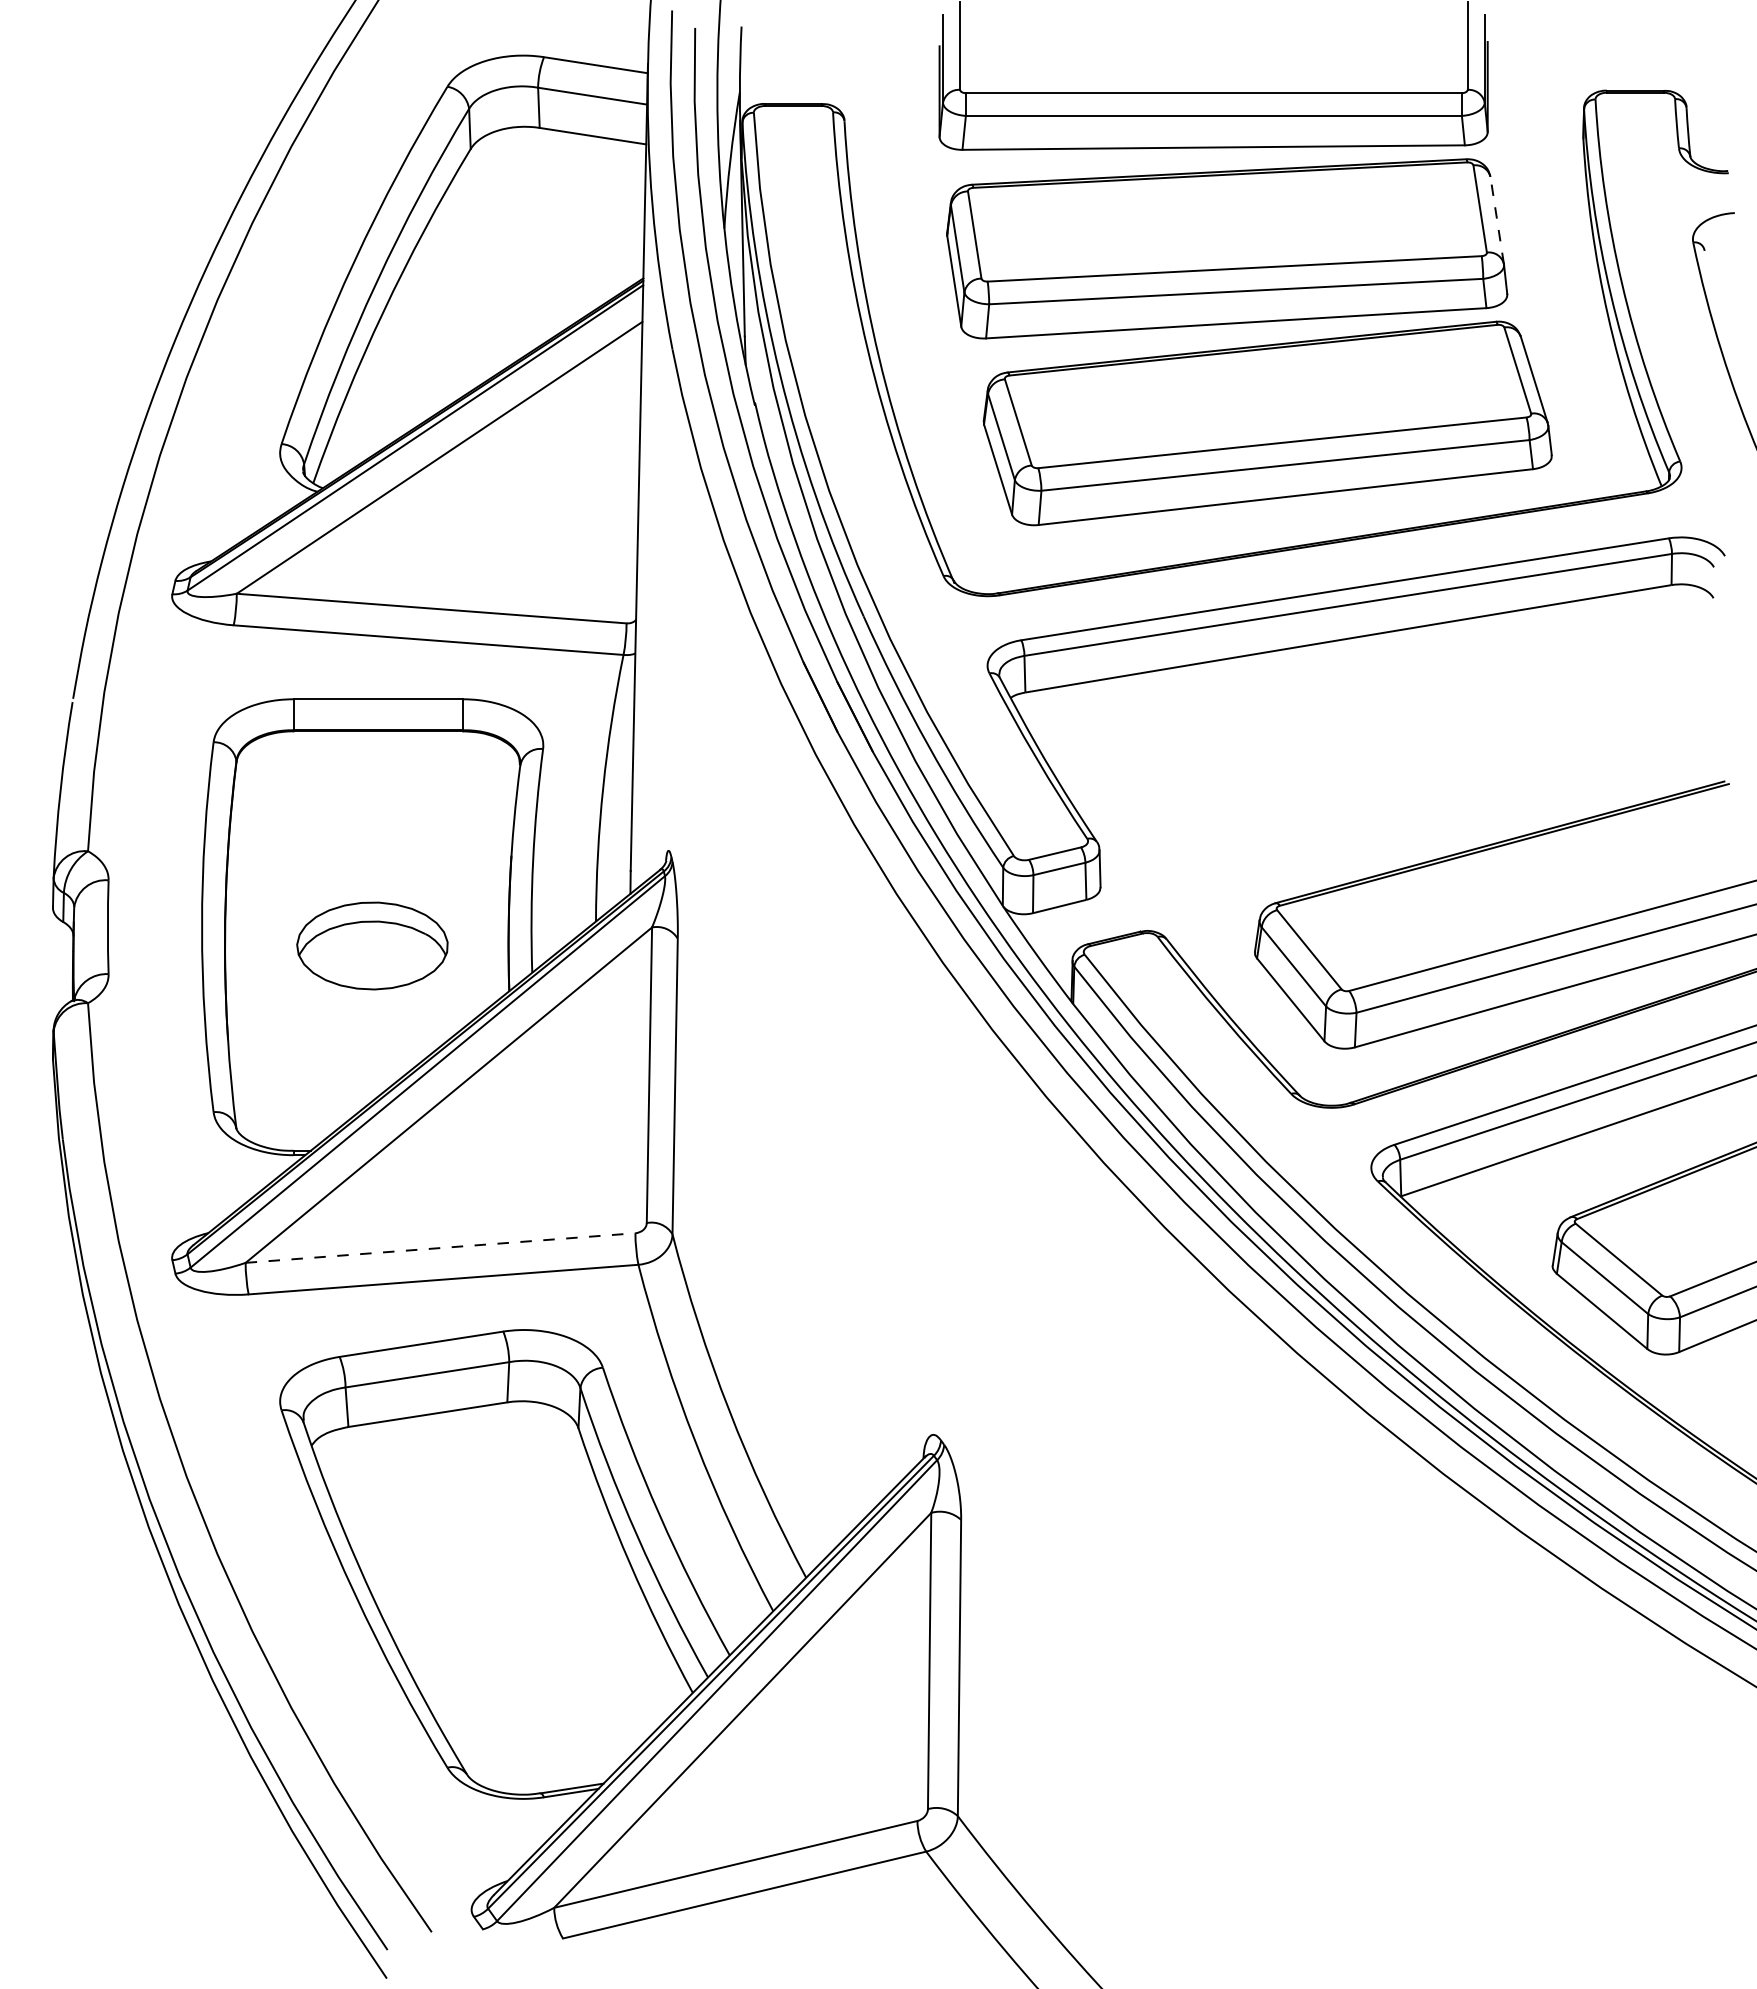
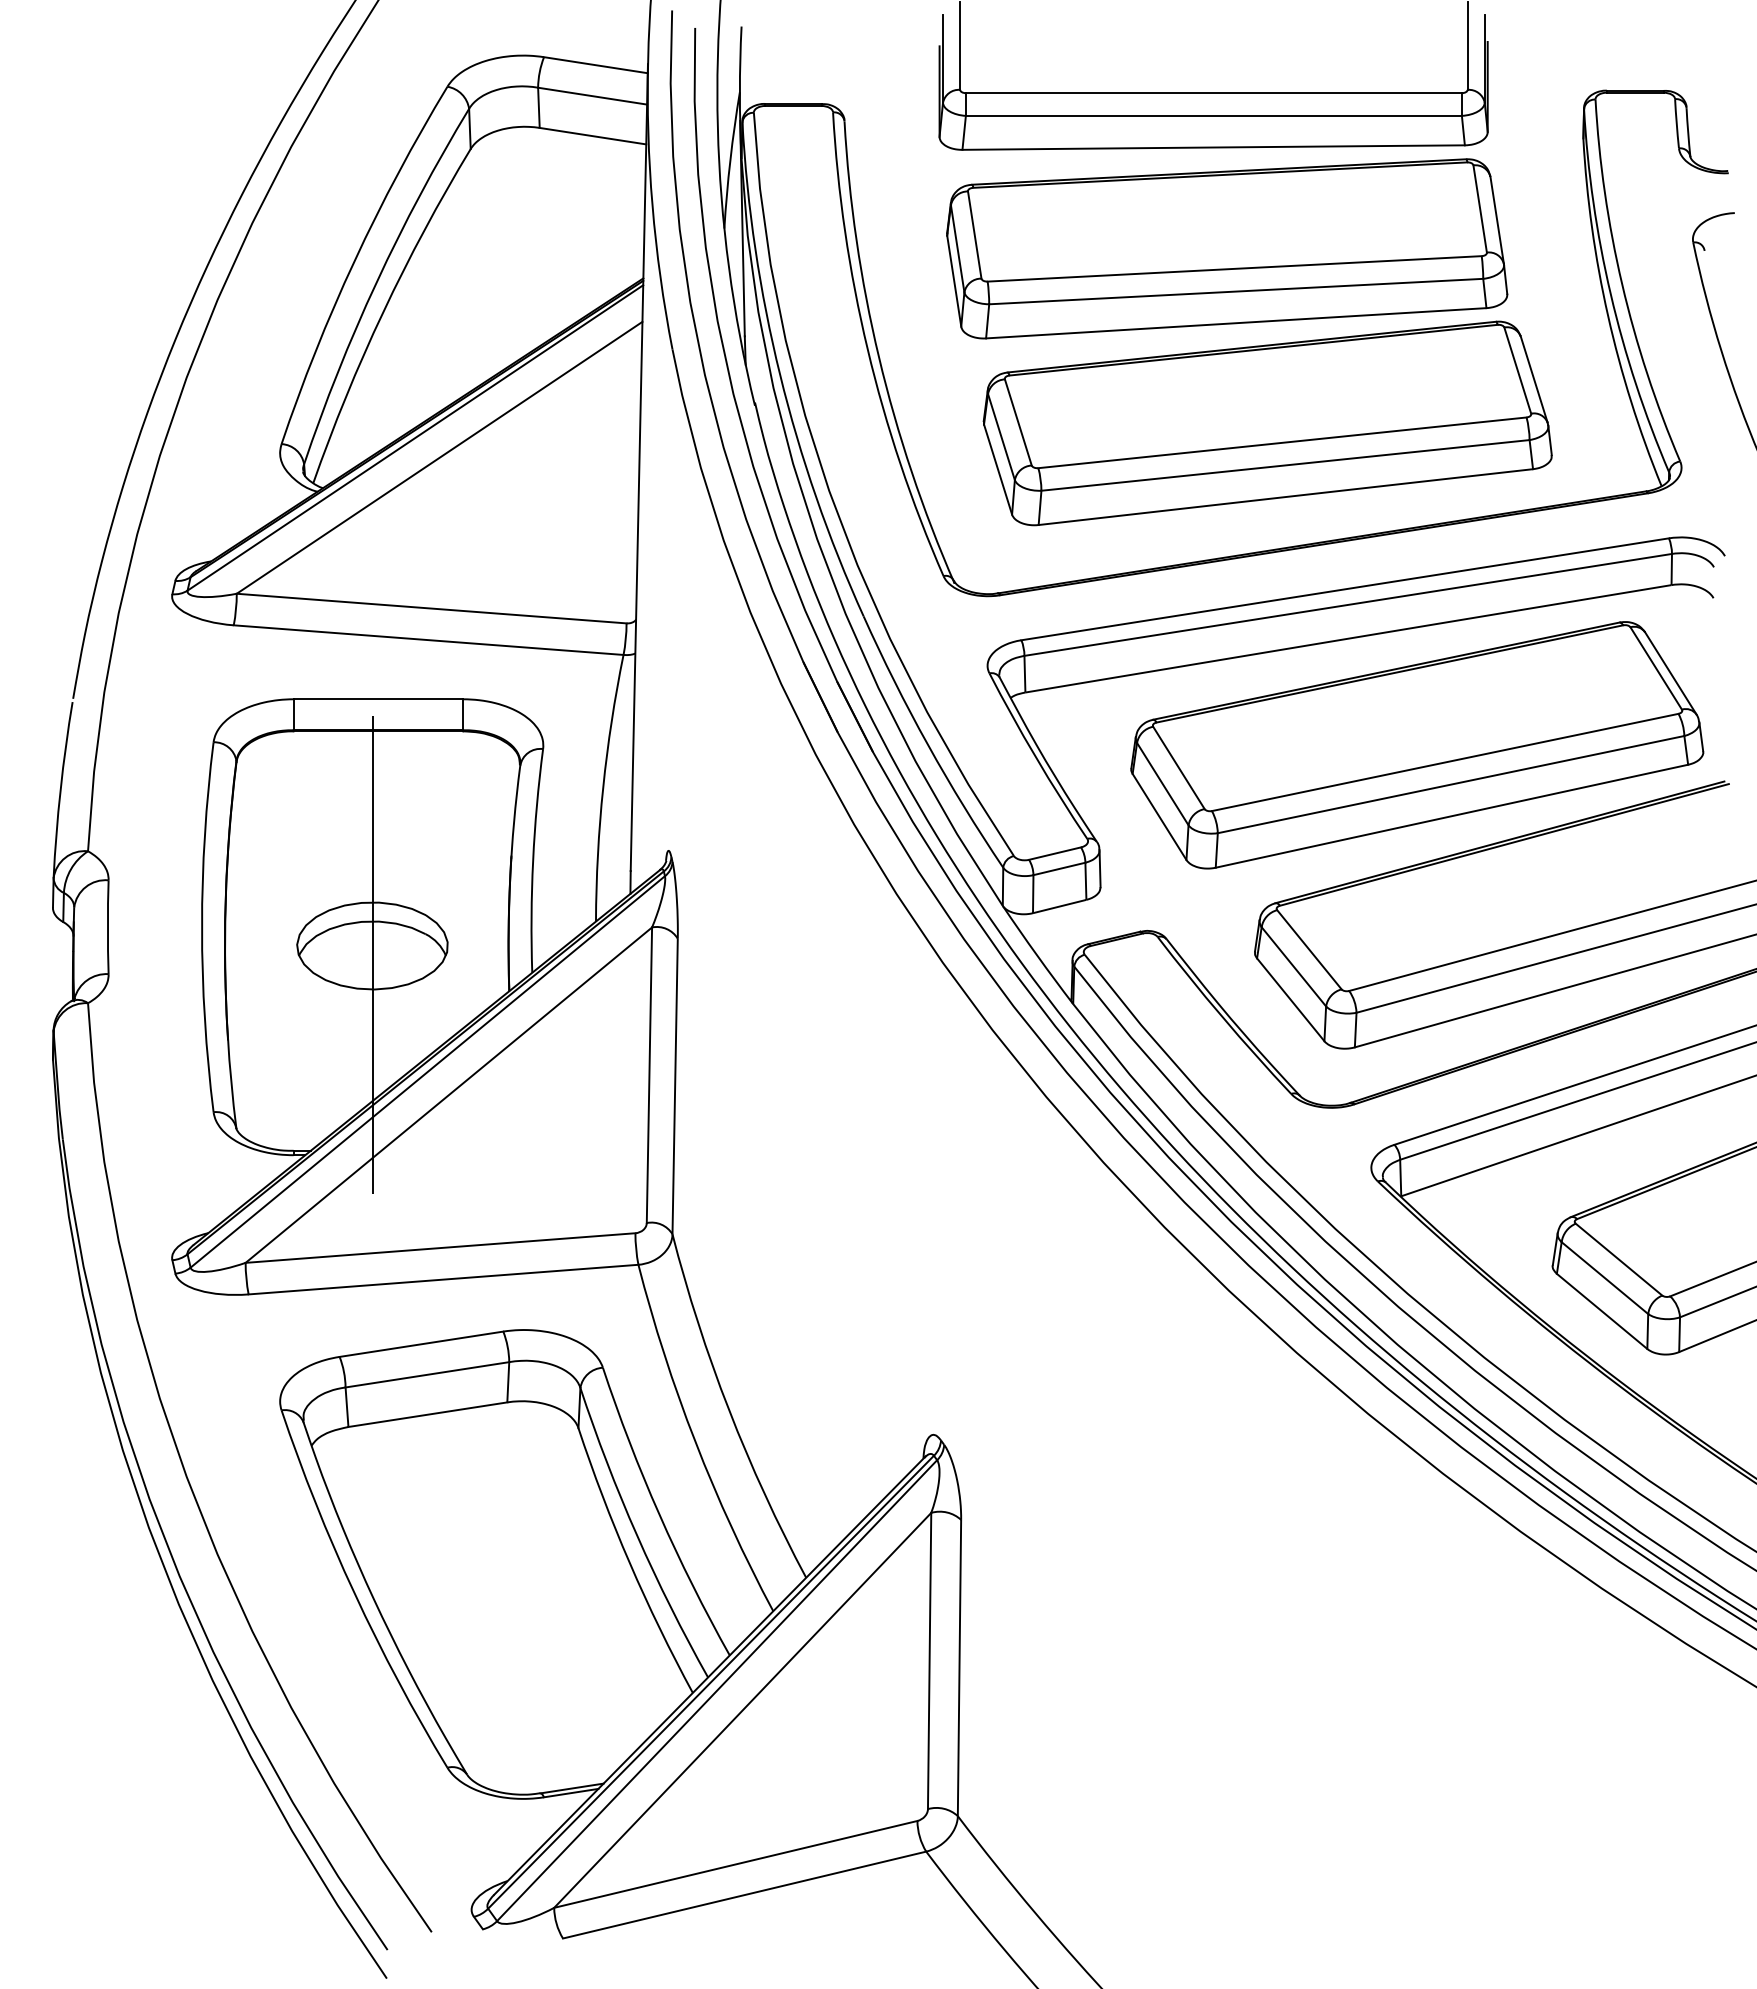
line at (1497, 219): dashed -> solid
part at (1417, 745): none -> present
line at (372, 955): none -> present
line at (441, 1248): dashed -> solid
